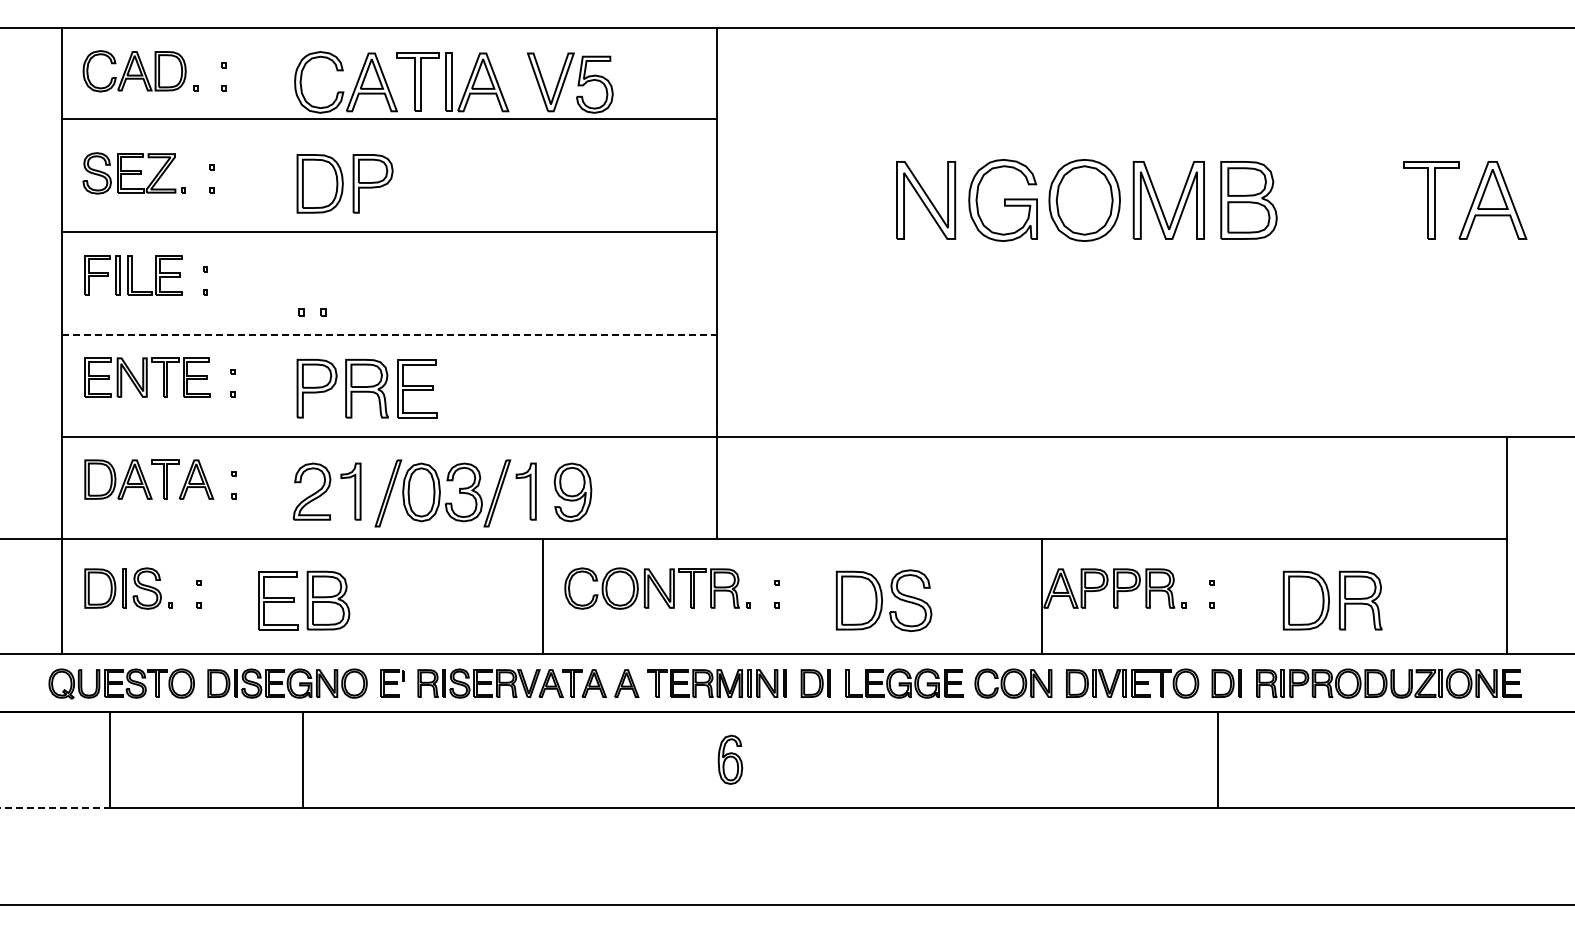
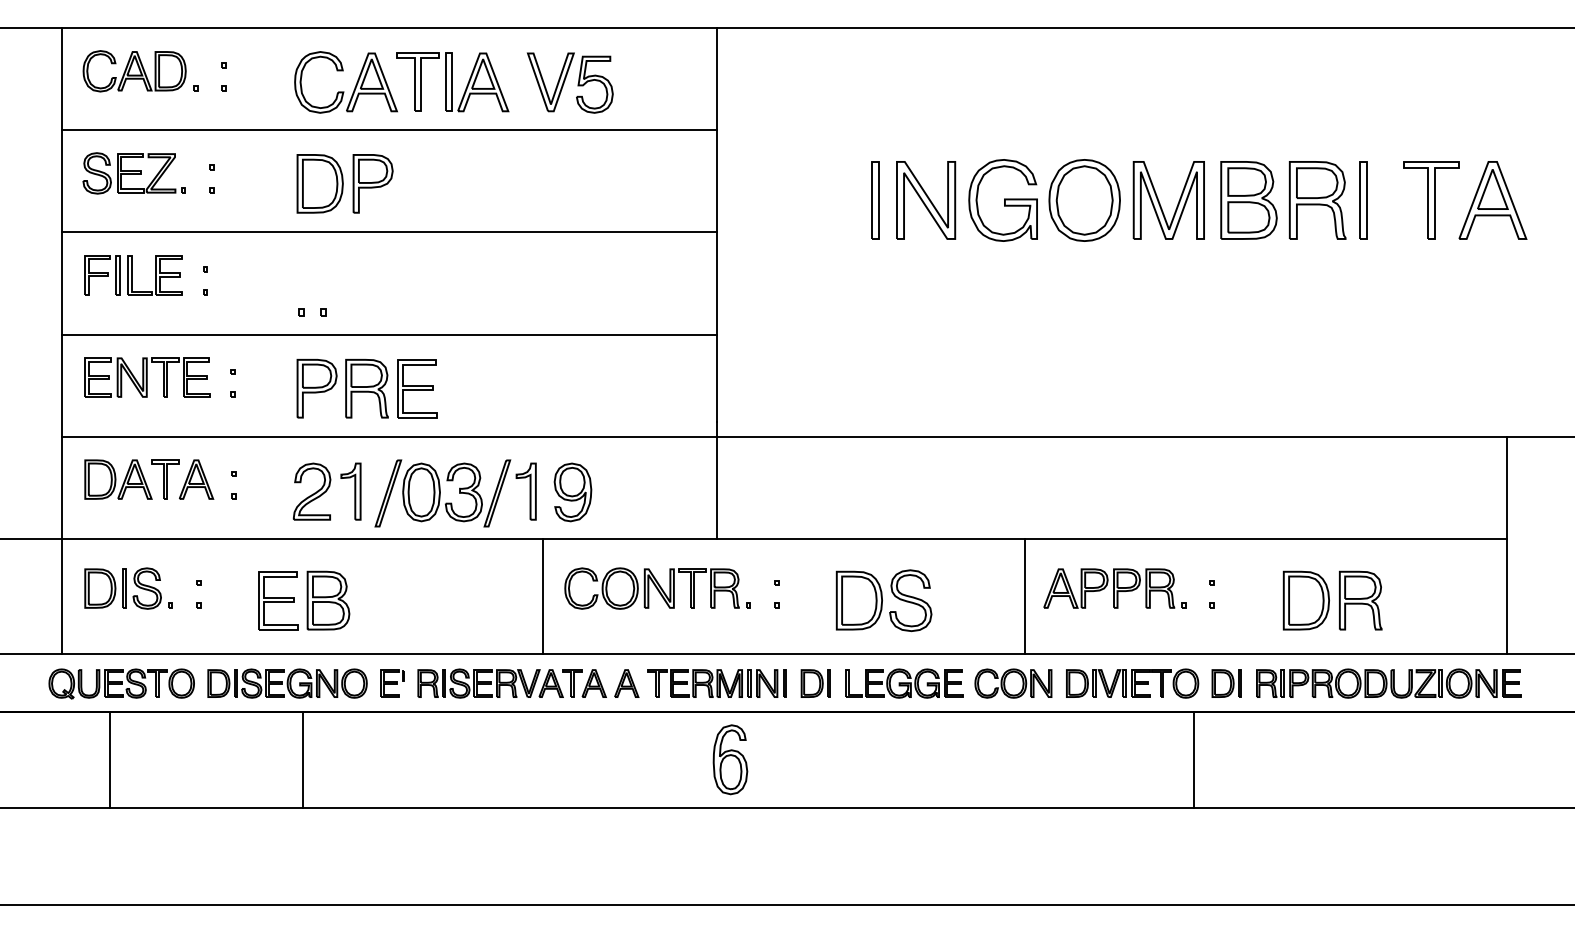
line at (388, 119) position: (388, 119) -> (388, 130)
part at (875, 200): none -> present
part at (1317, 200): none -> present
part at (1363, 200): none -> present
line at (389, 334): dashed -> solid
line at (1042, 596) position: (1042, 596) -> (1025, 596)
part at (730, 759) size: 27x51 px -> 37x72 px
line at (1217, 760) position: (1217, 760) -> (1193, 760)
line at (54, 808): dashed -> solid
